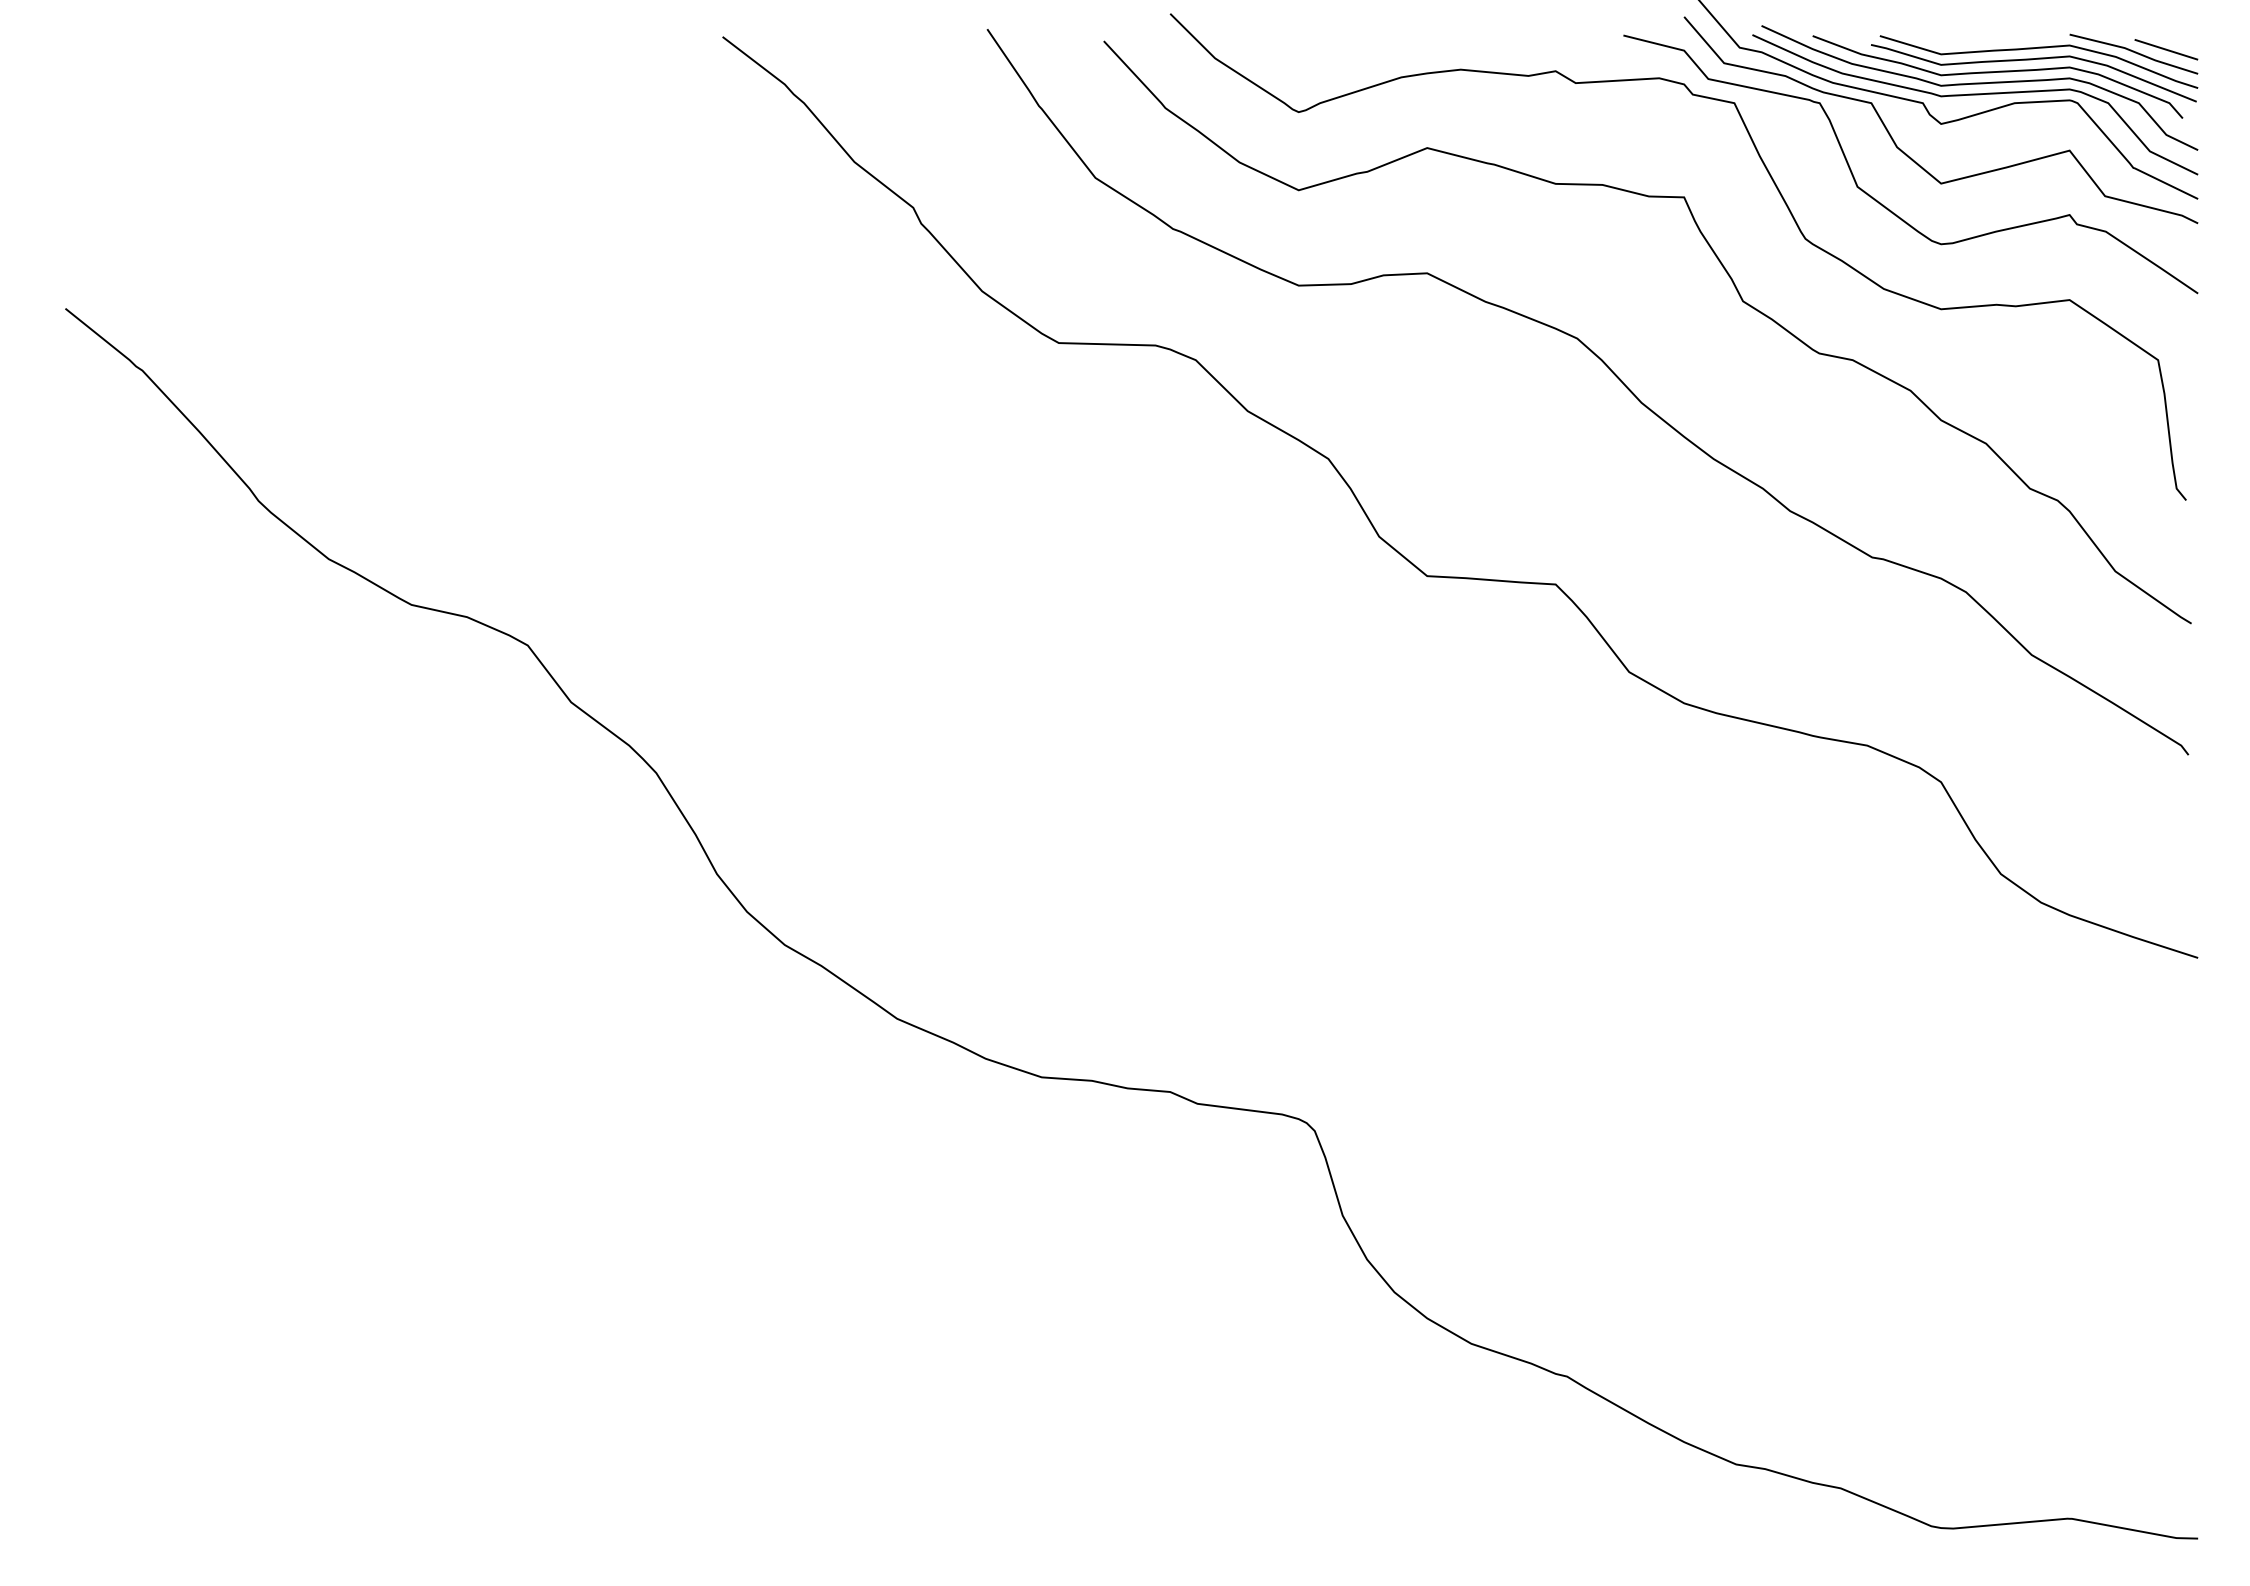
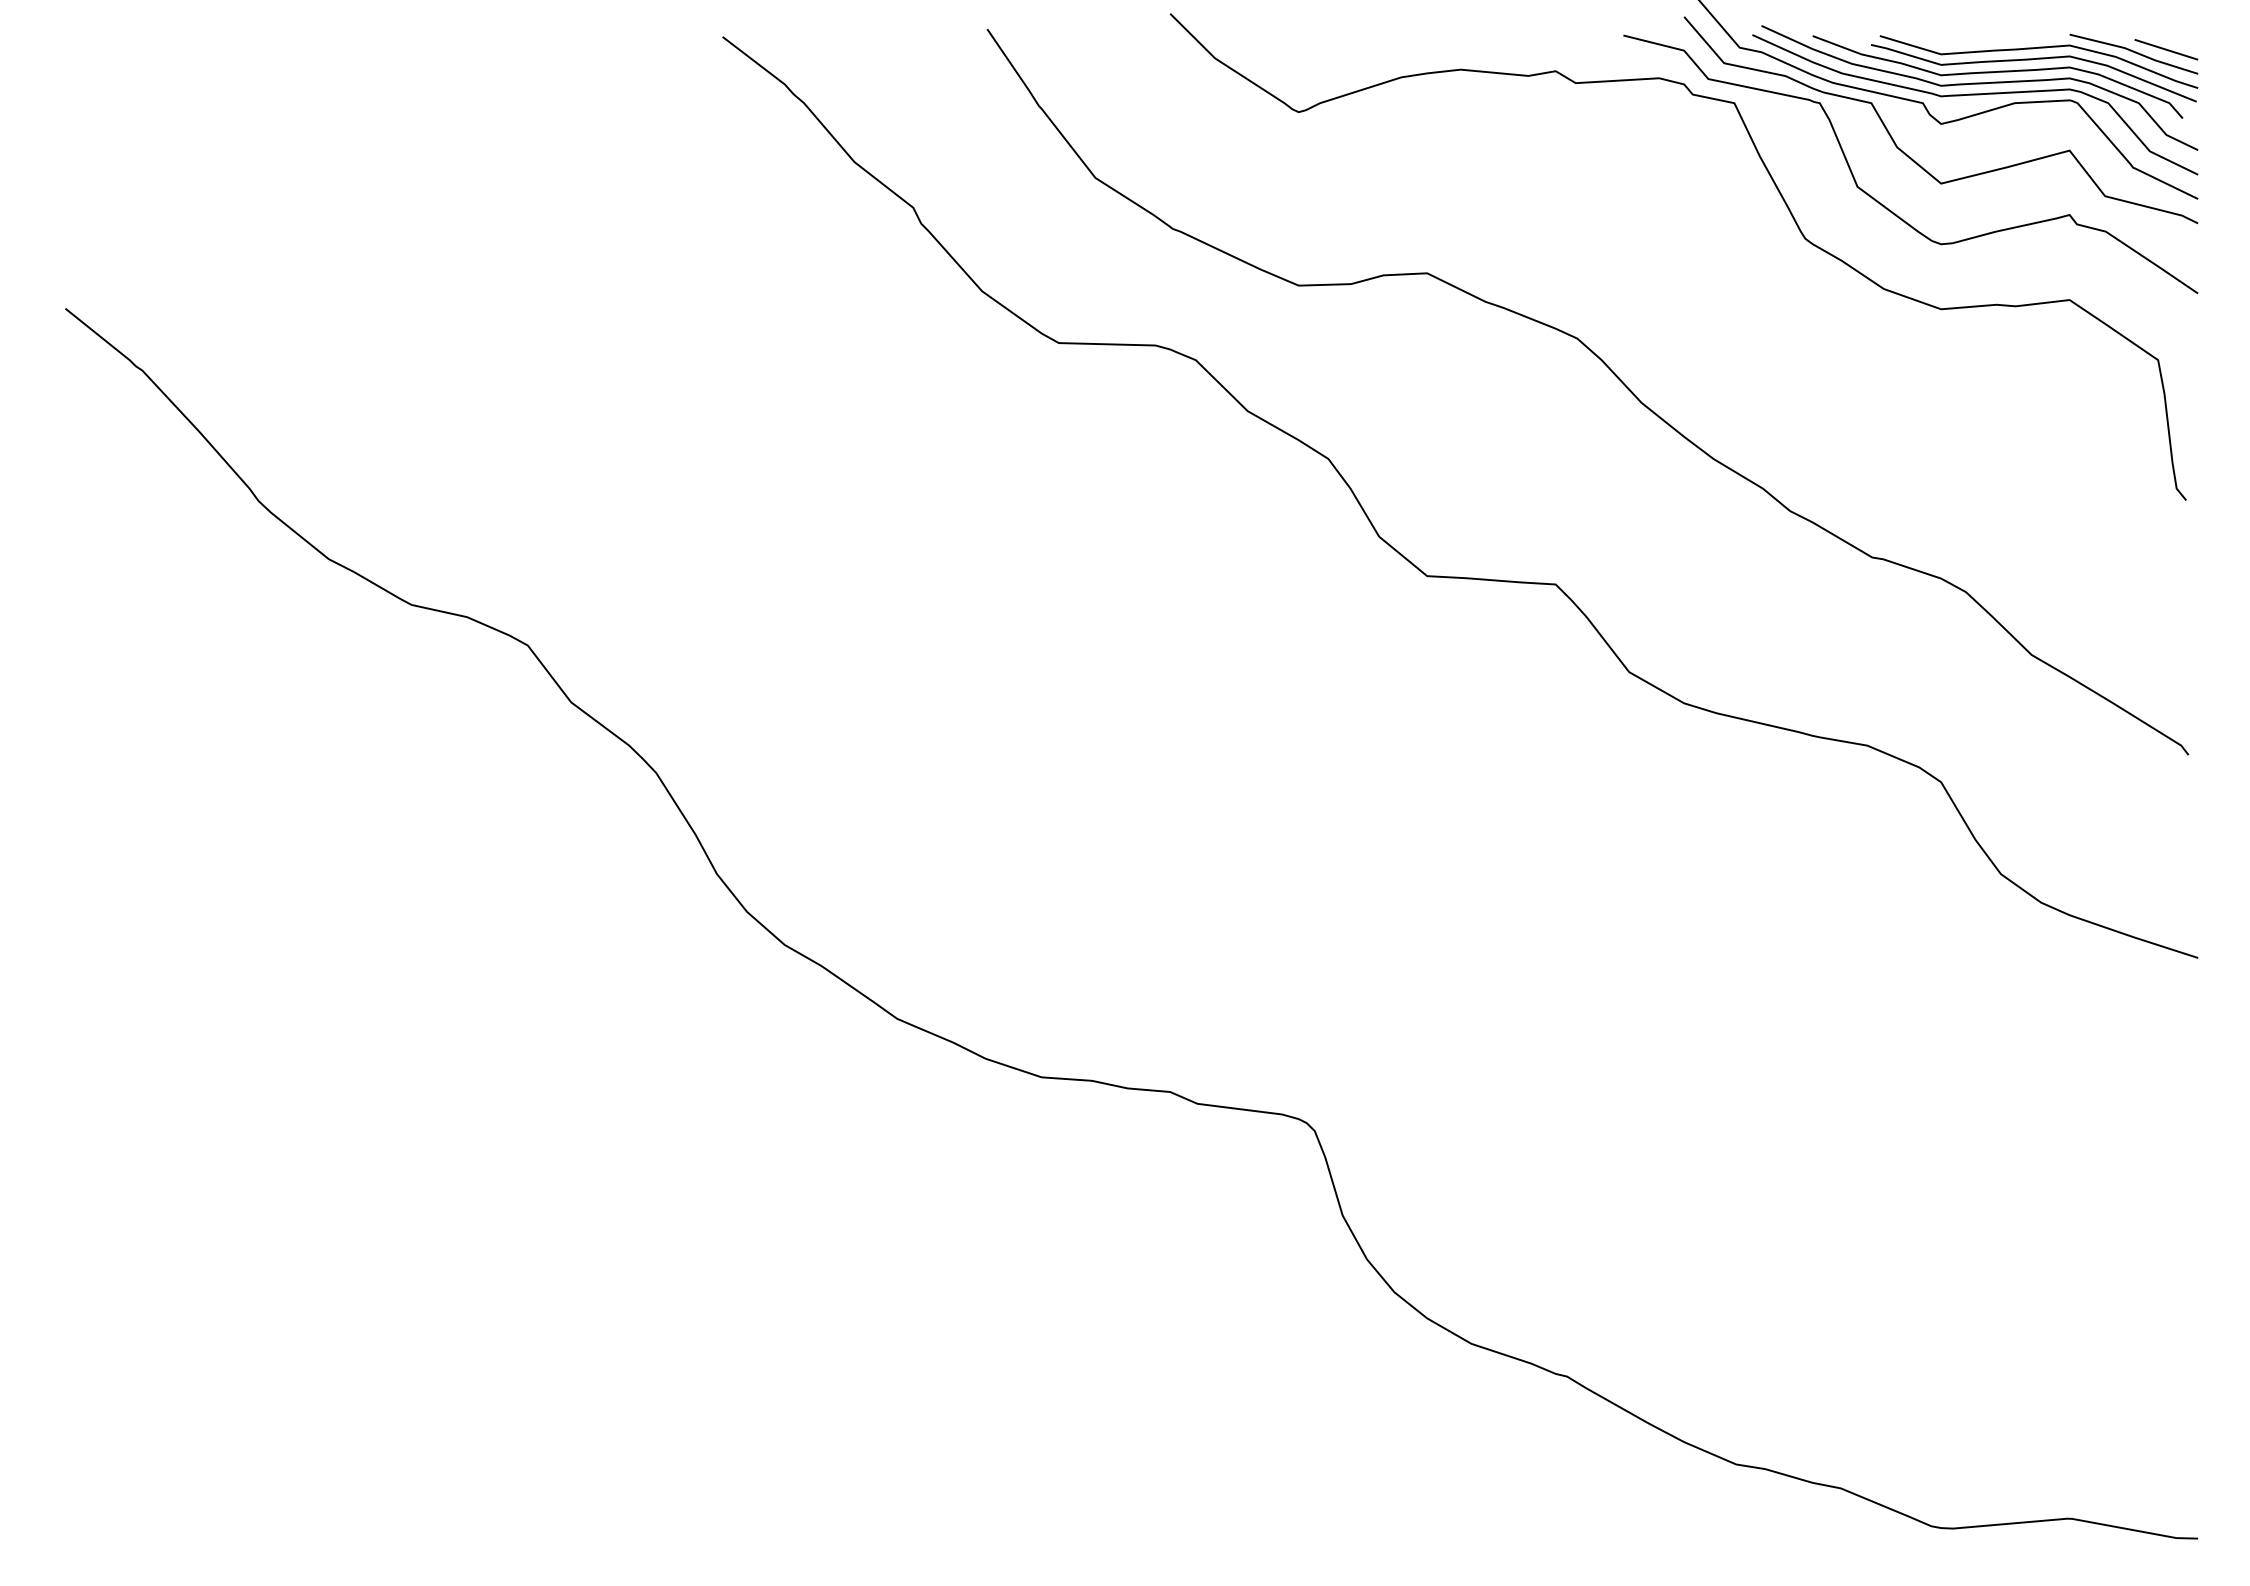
curve at (1735, 289): present -> none
